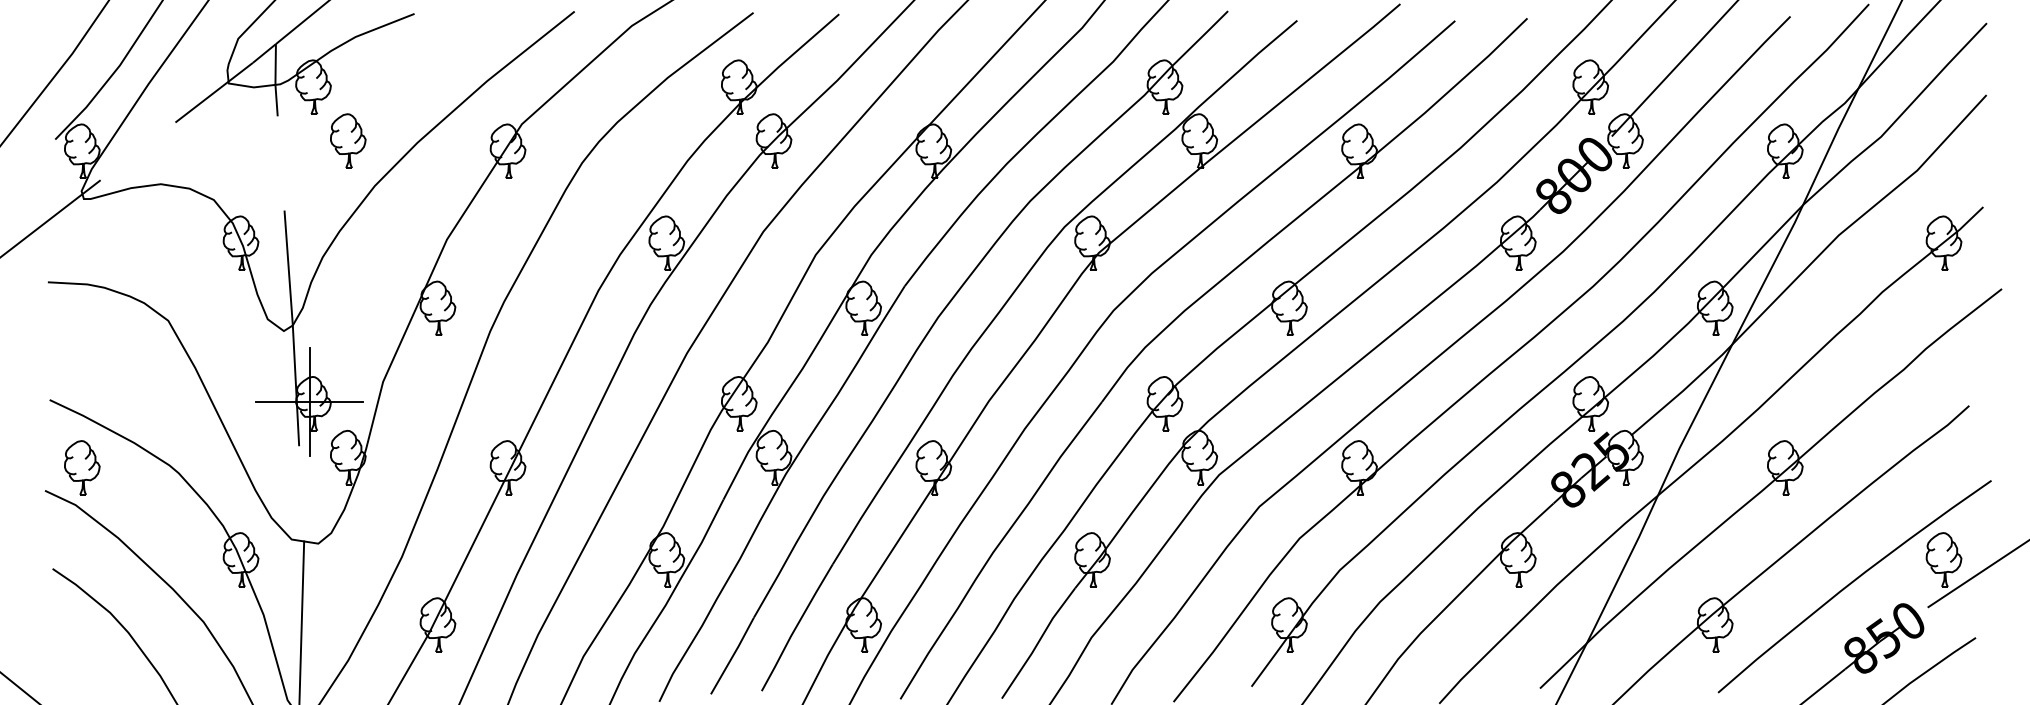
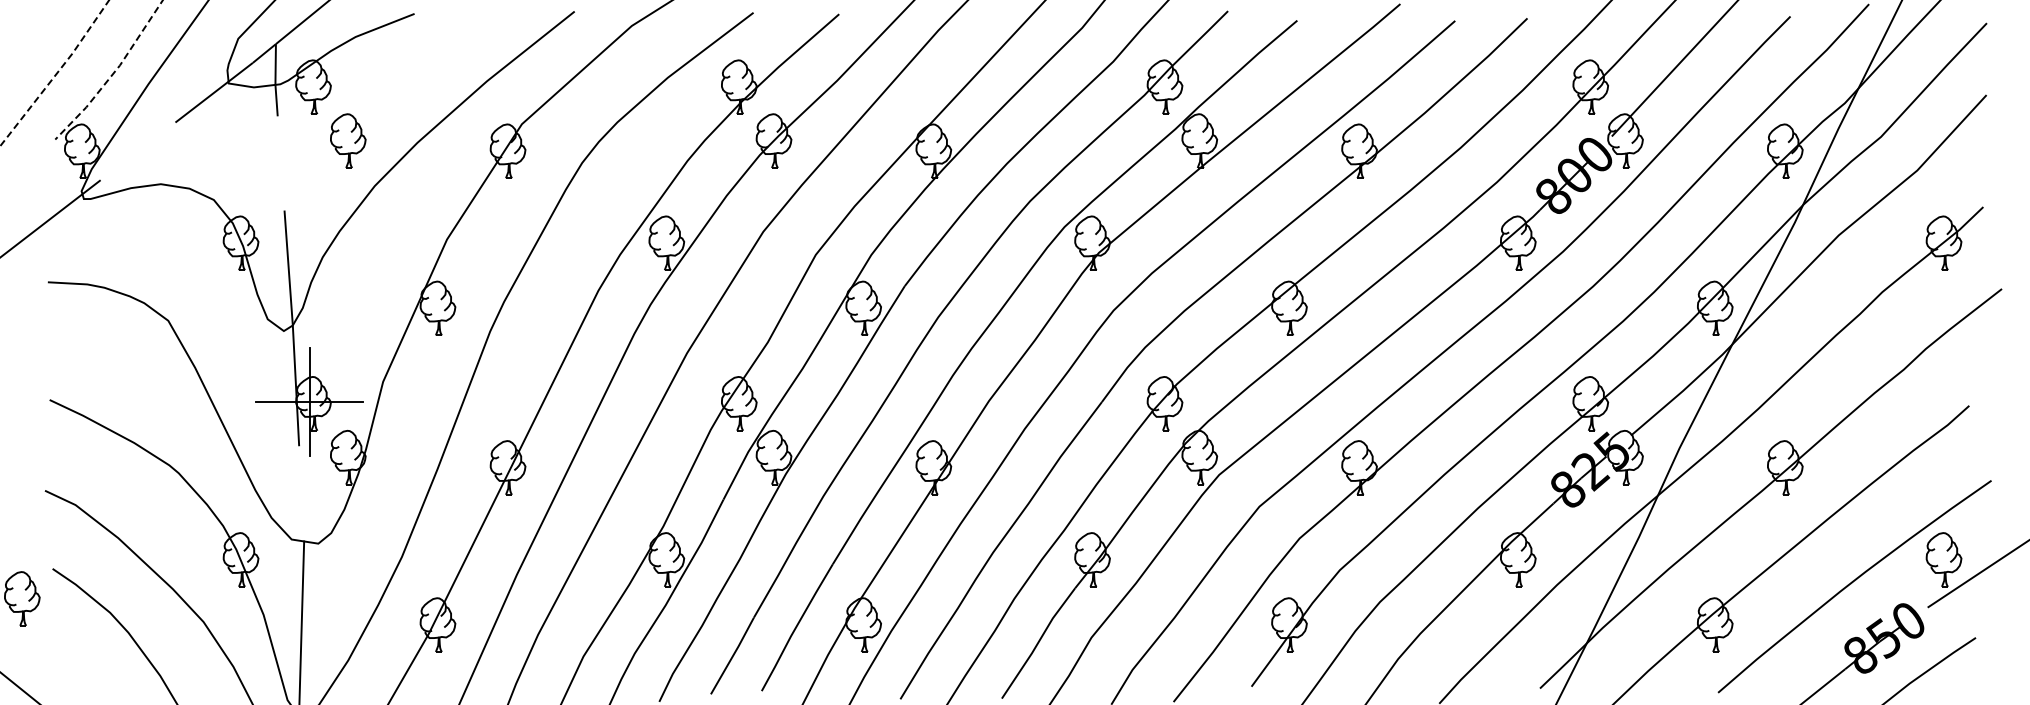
line at (56, 74): solid -> dashed
line at (113, 74): solid -> dashed
part at (82, 467) position: (82, 467) -> (22, 598)
